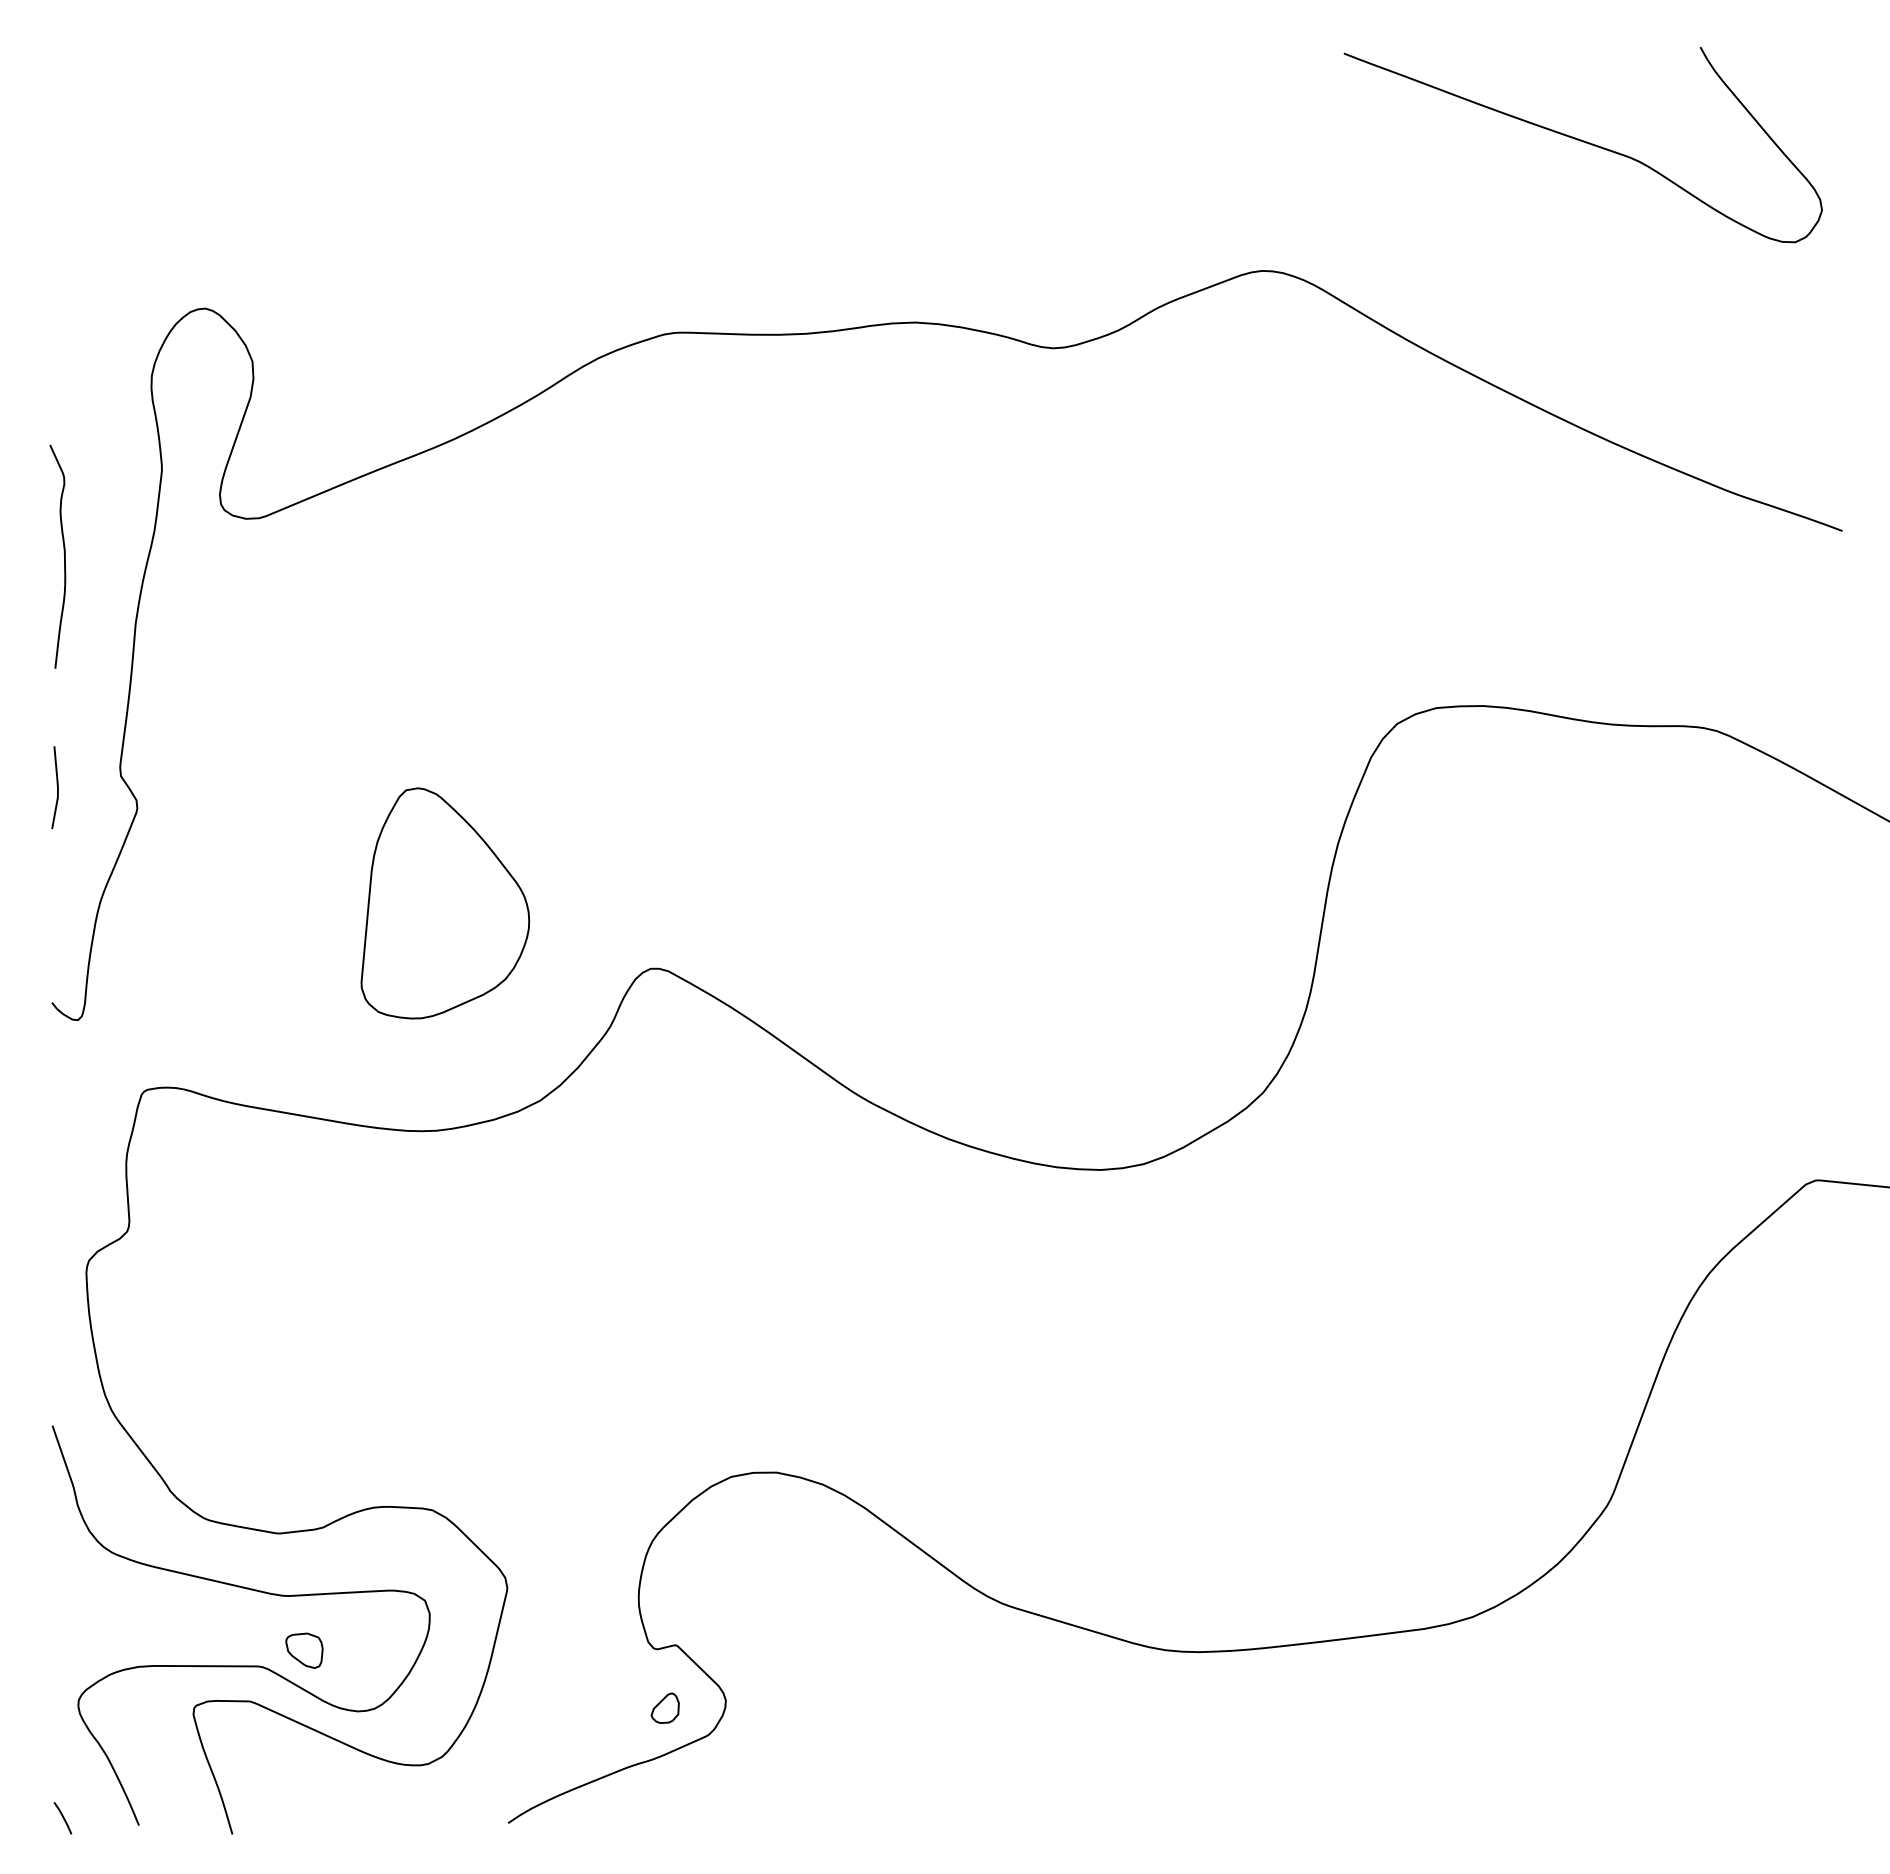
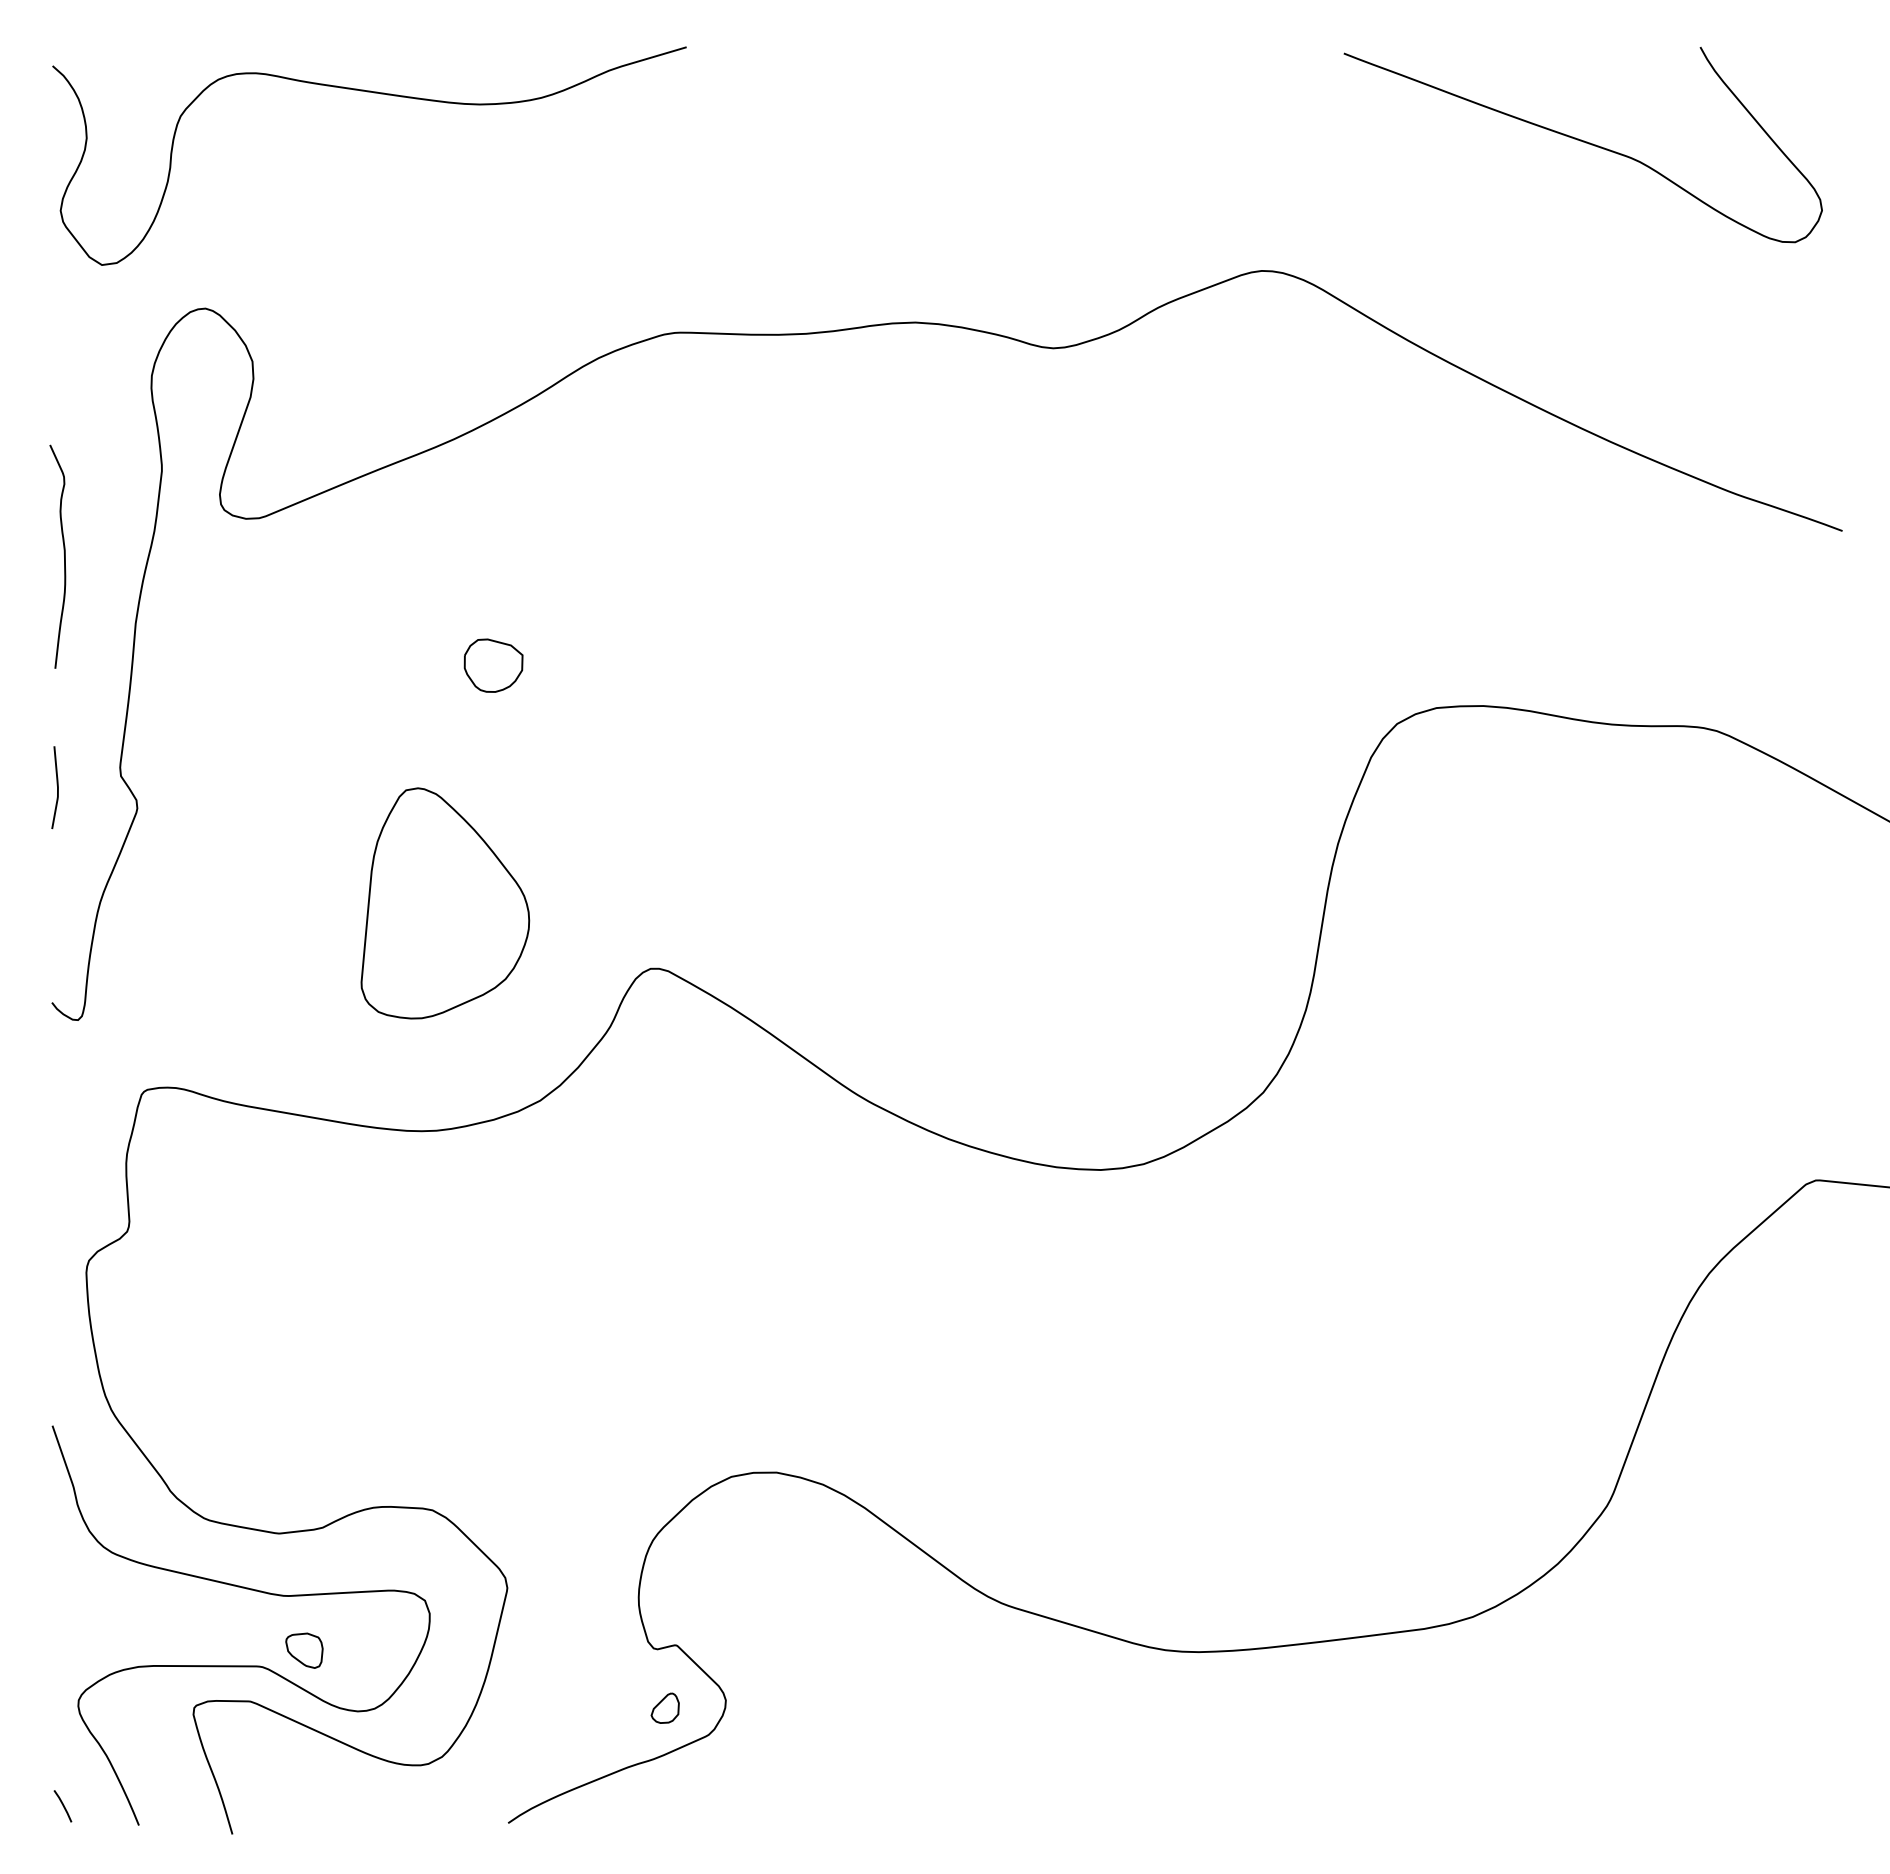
curve at (380, 94): none -> present
part at (493, 665): none -> present
line at (62, 1817) position: (62, 1817) -> (62, 1805)
